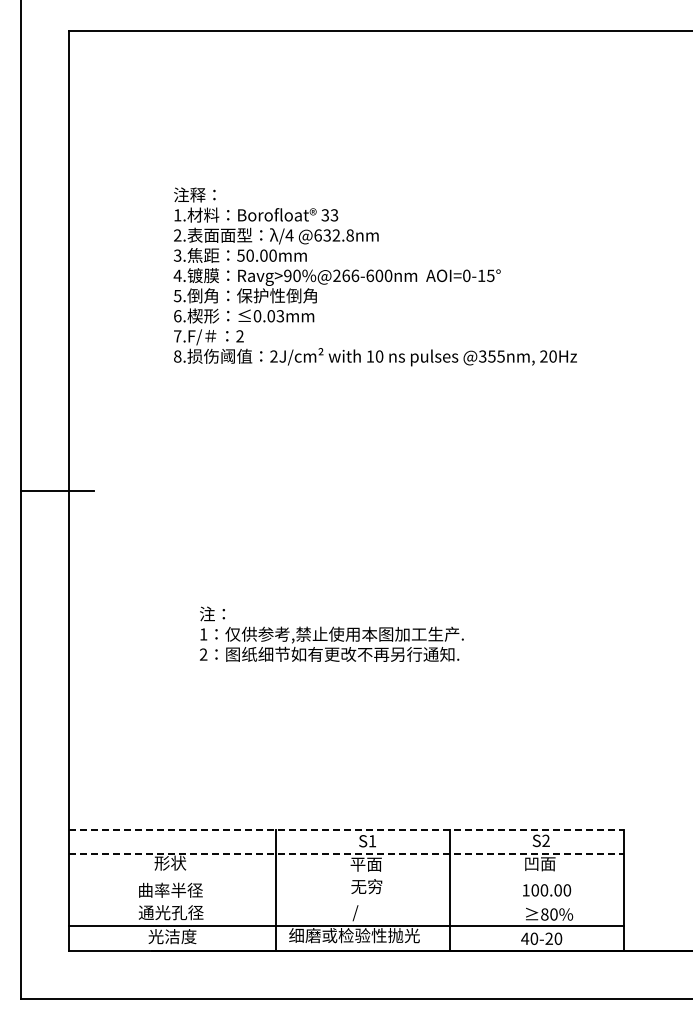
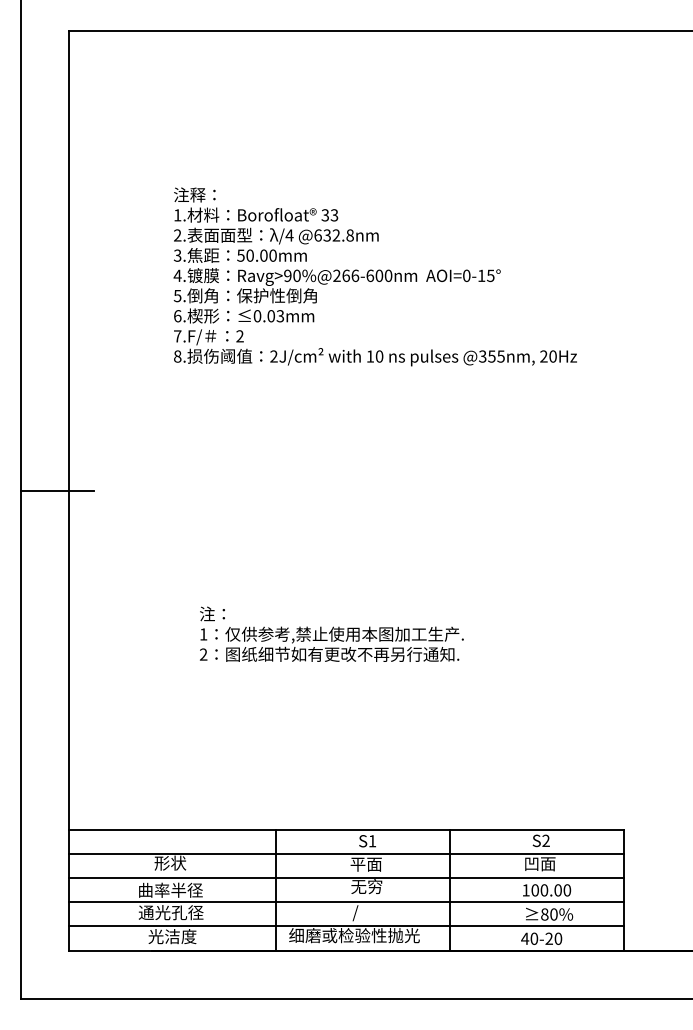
line at (346, 829): dashed -> solid
line at (346, 853): dashed -> solid
line at (346, 878): none -> present
line at (346, 902): none -> present
